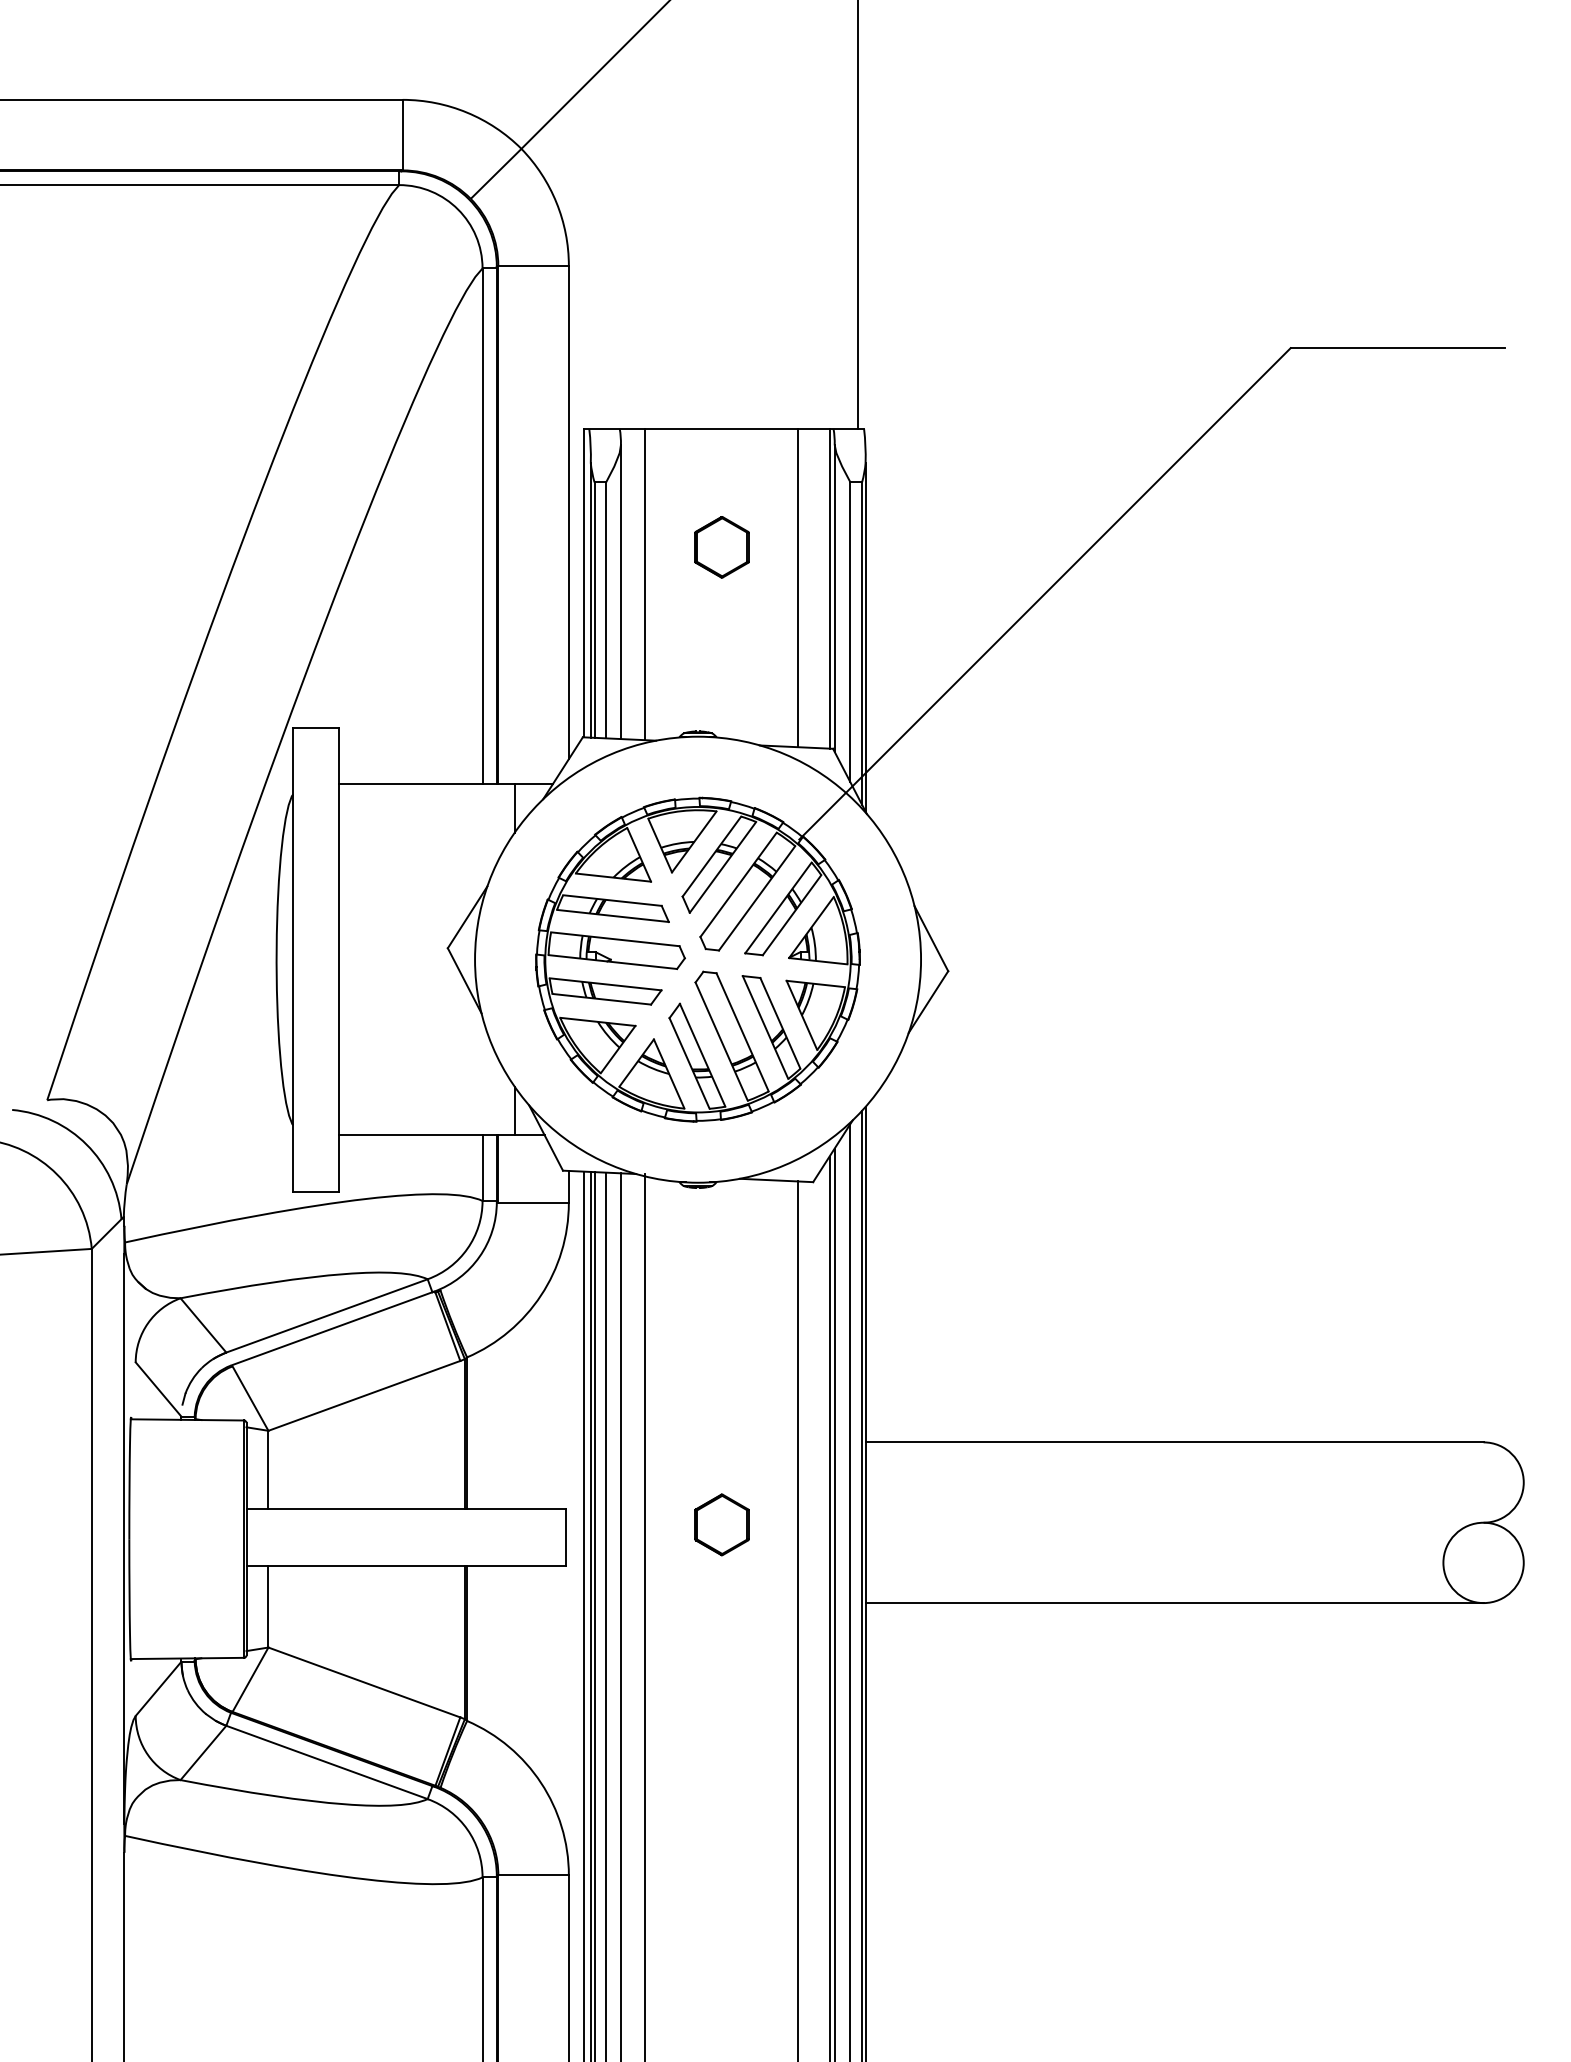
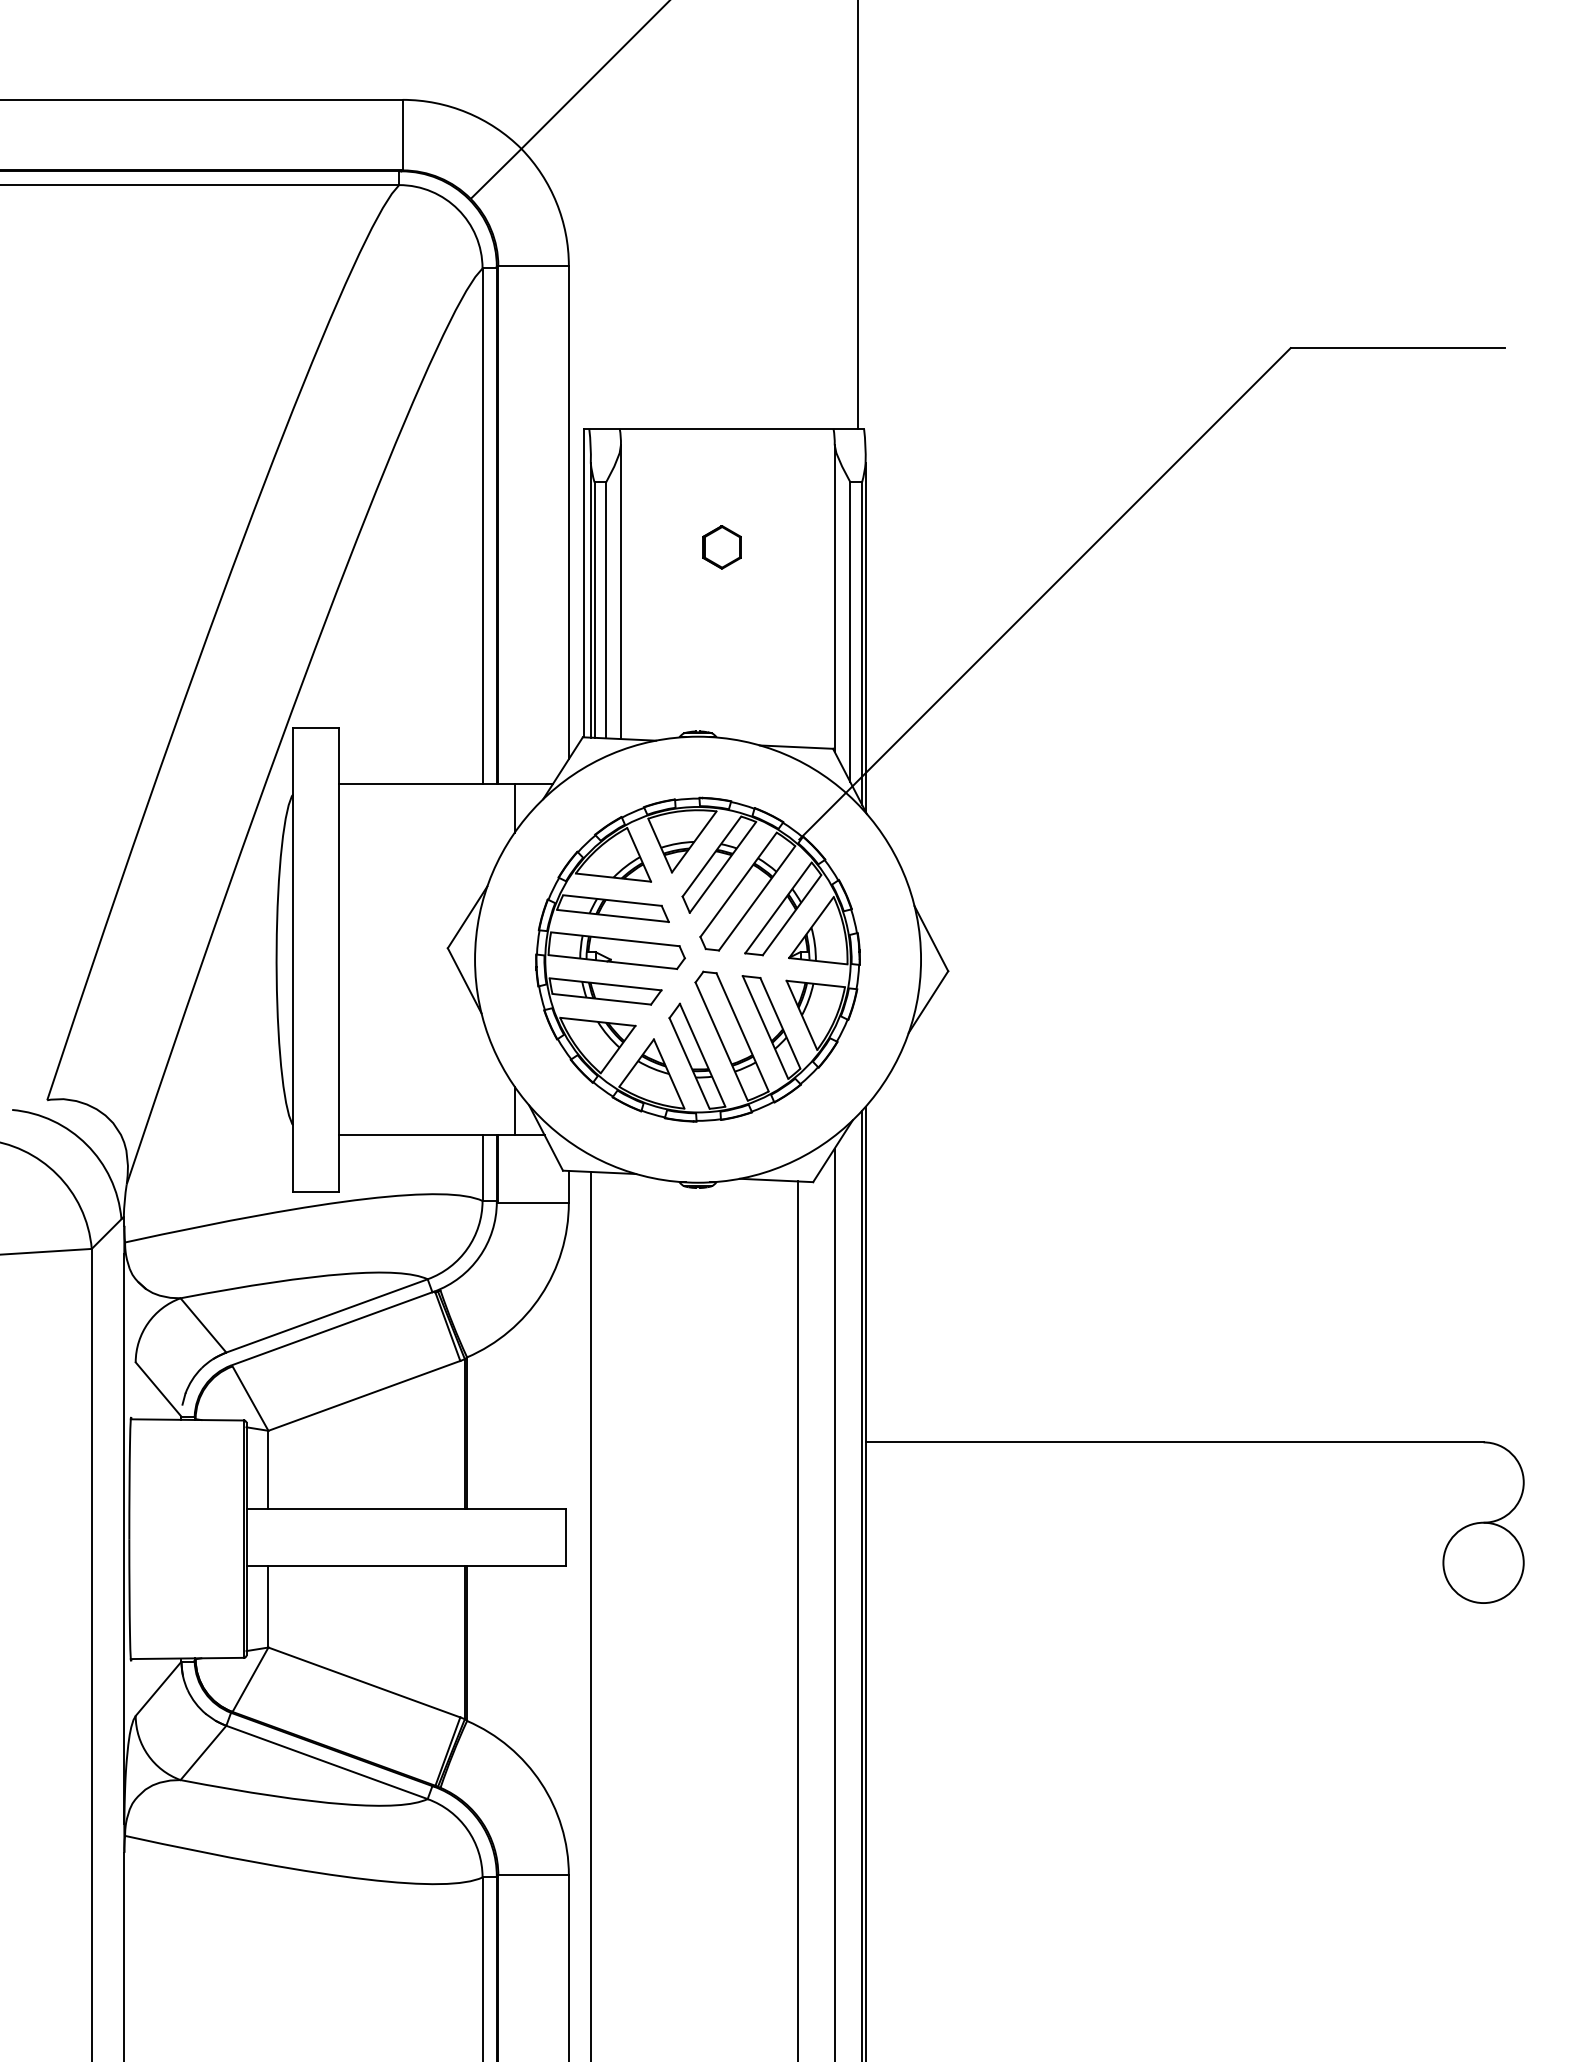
part at (721, 547) size: 56x63 px -> 40x45 px
line at (645, 584): present -> none
line at (798, 587): present -> none
line at (829, 588): present -> none
part at (721, 1524): present -> none
line at (850, 1590): present -> none
line at (1174, 1603): present -> none
line at (829, 1607): present -> none
line at (583, 1614): present -> none
line at (594, 1615): present -> none
line at (606, 1615): present -> none
line at (620, 1615): present -> none
line at (645, 1616): present -> none
